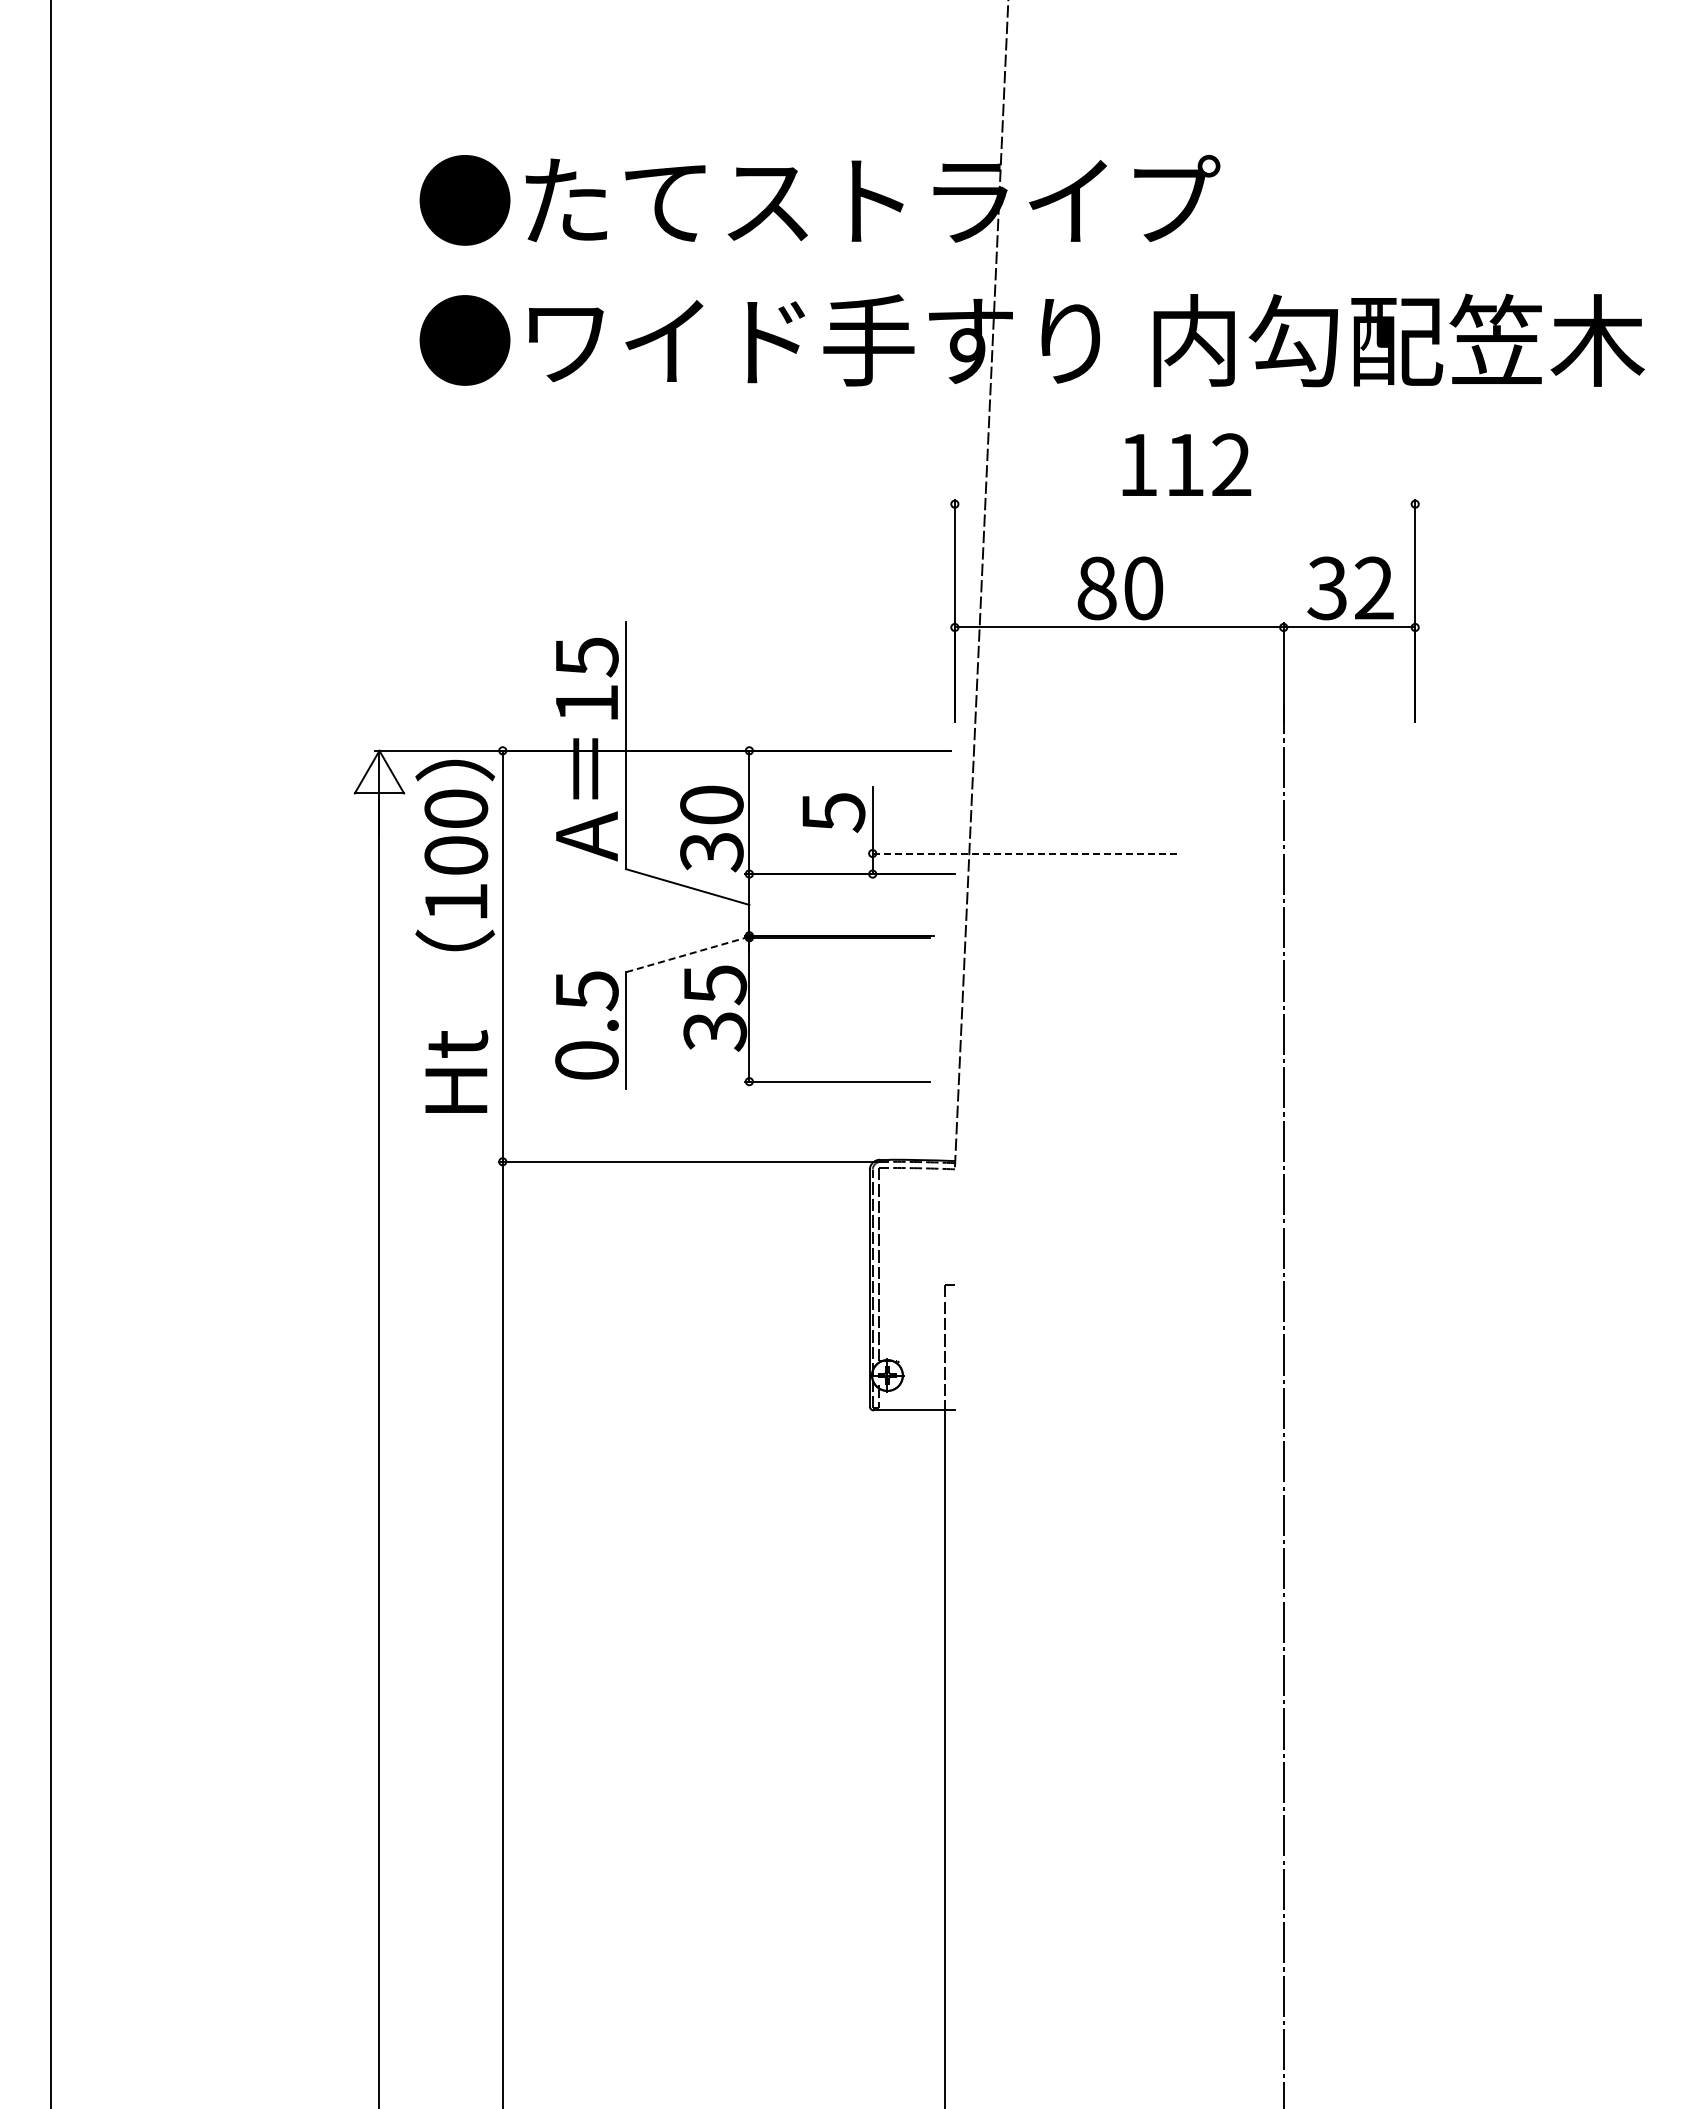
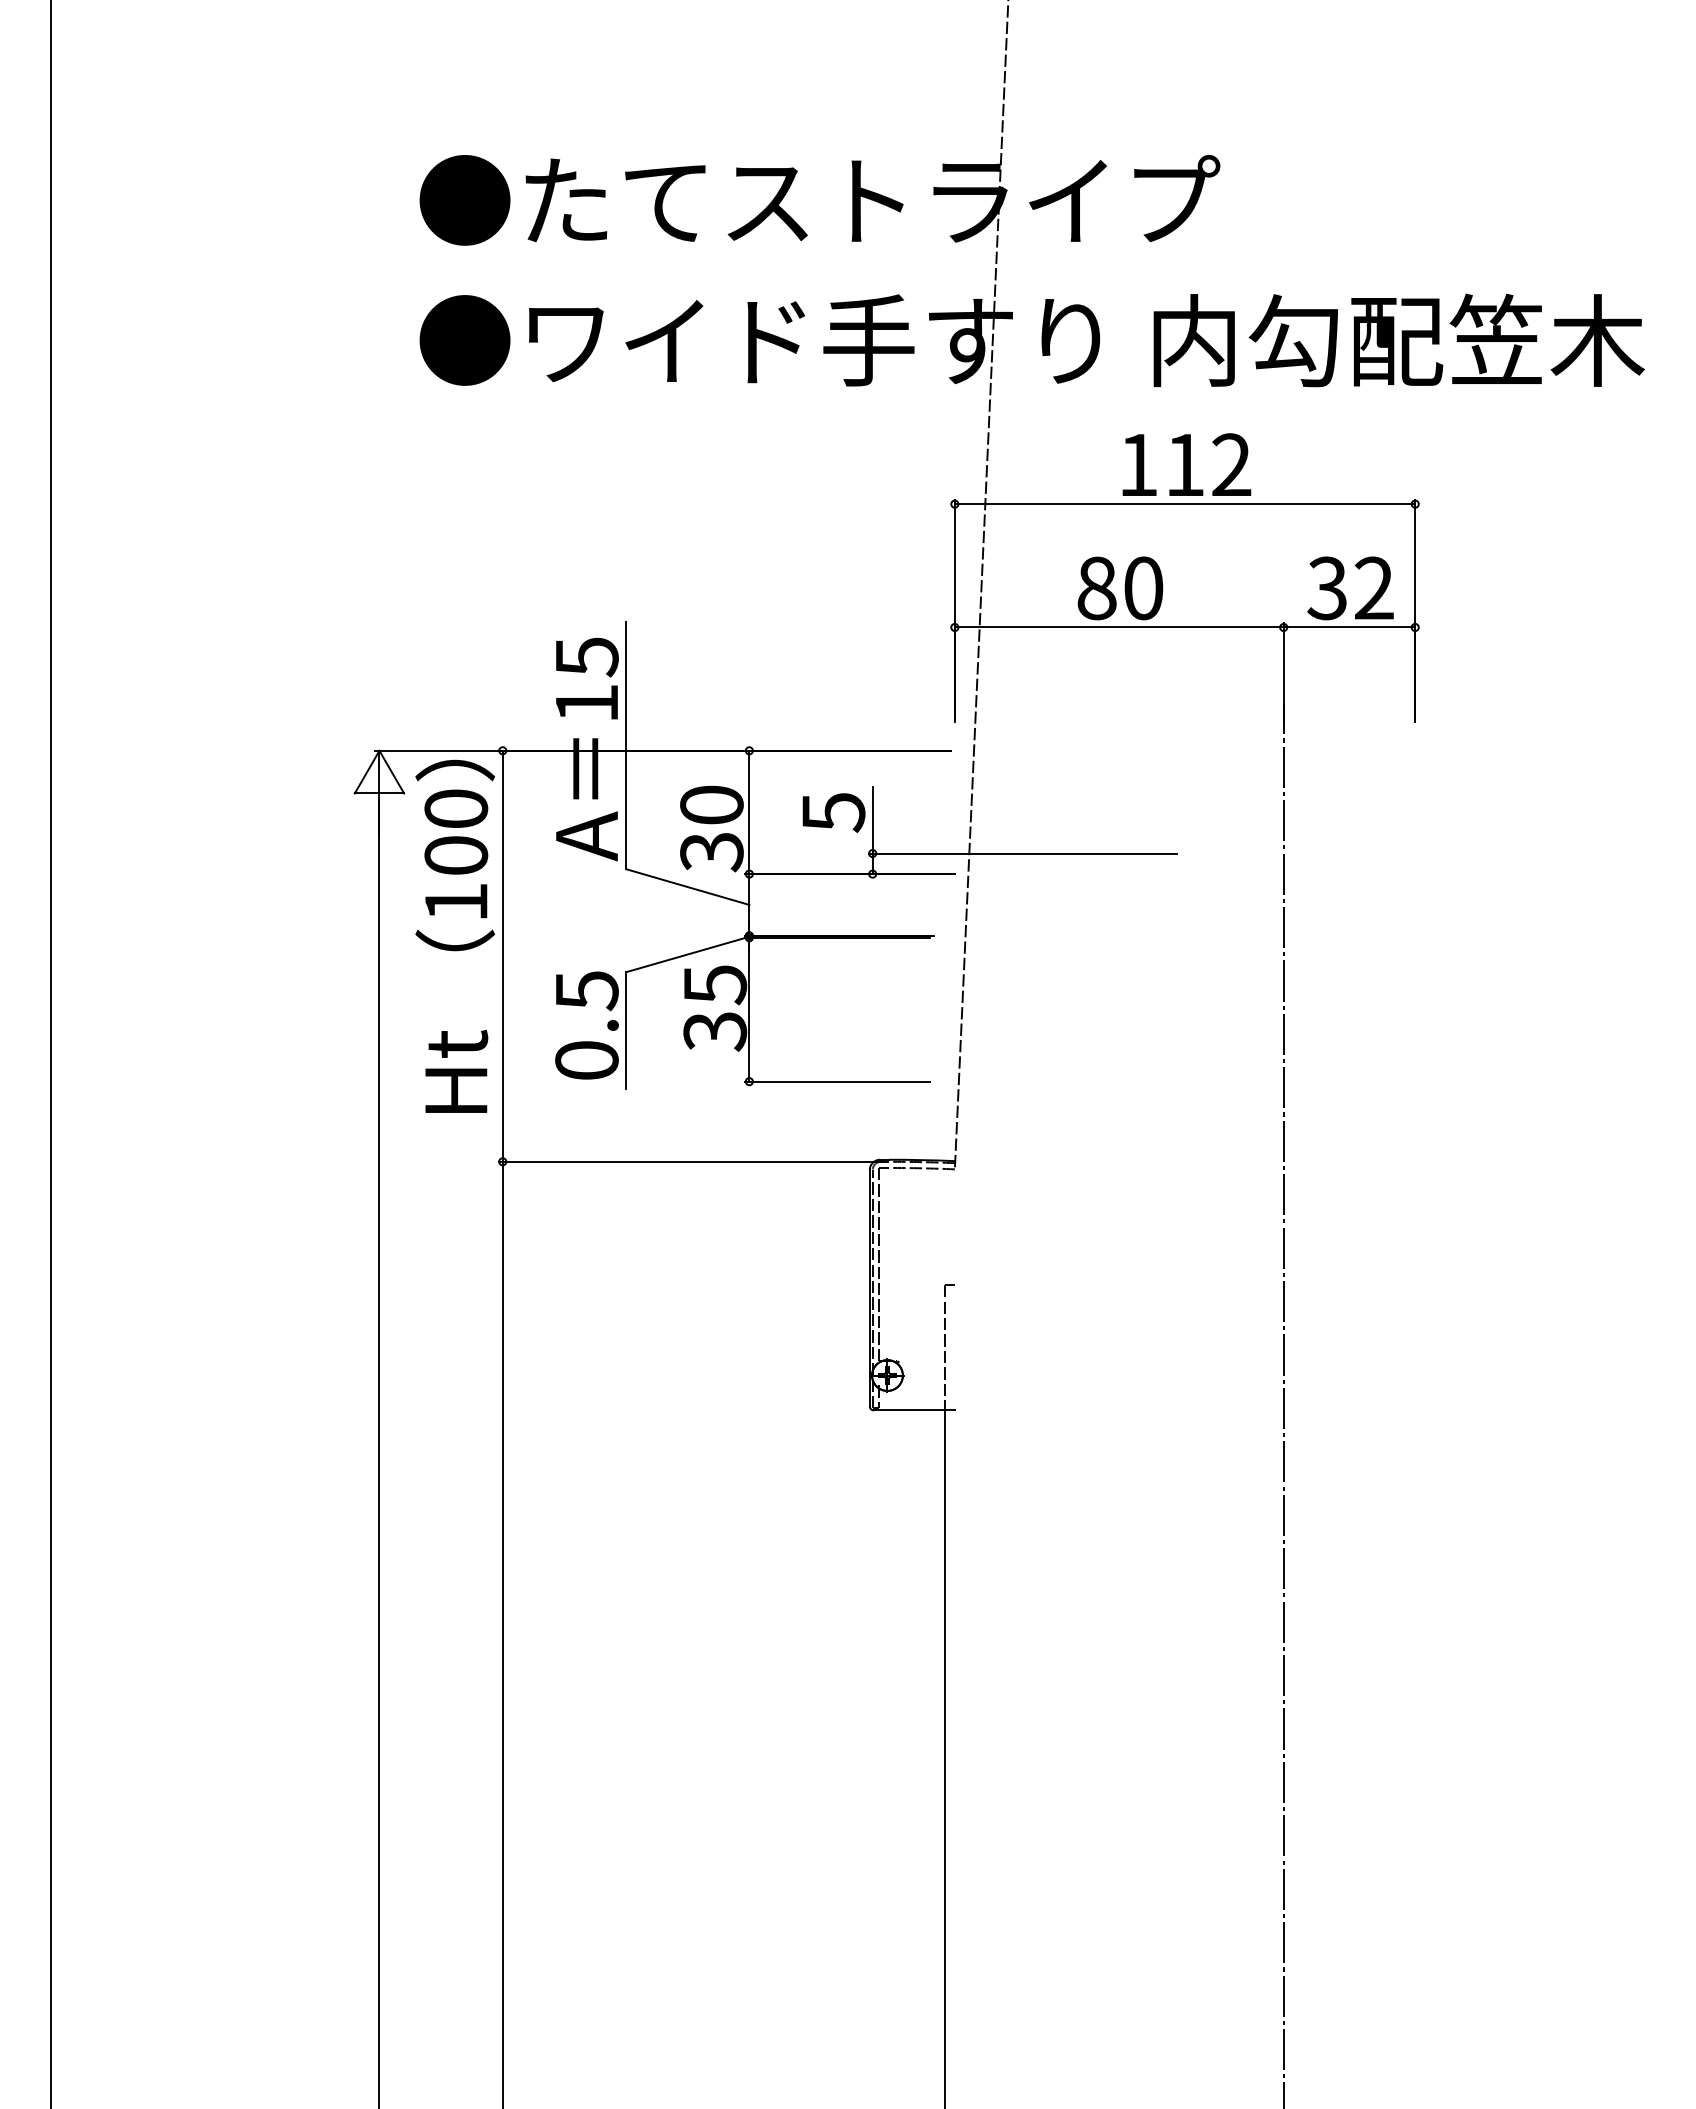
line at (1184, 504): none -> present
line at (1022, 853): dashed -> solid
line at (687, 954): dashed -> solid
